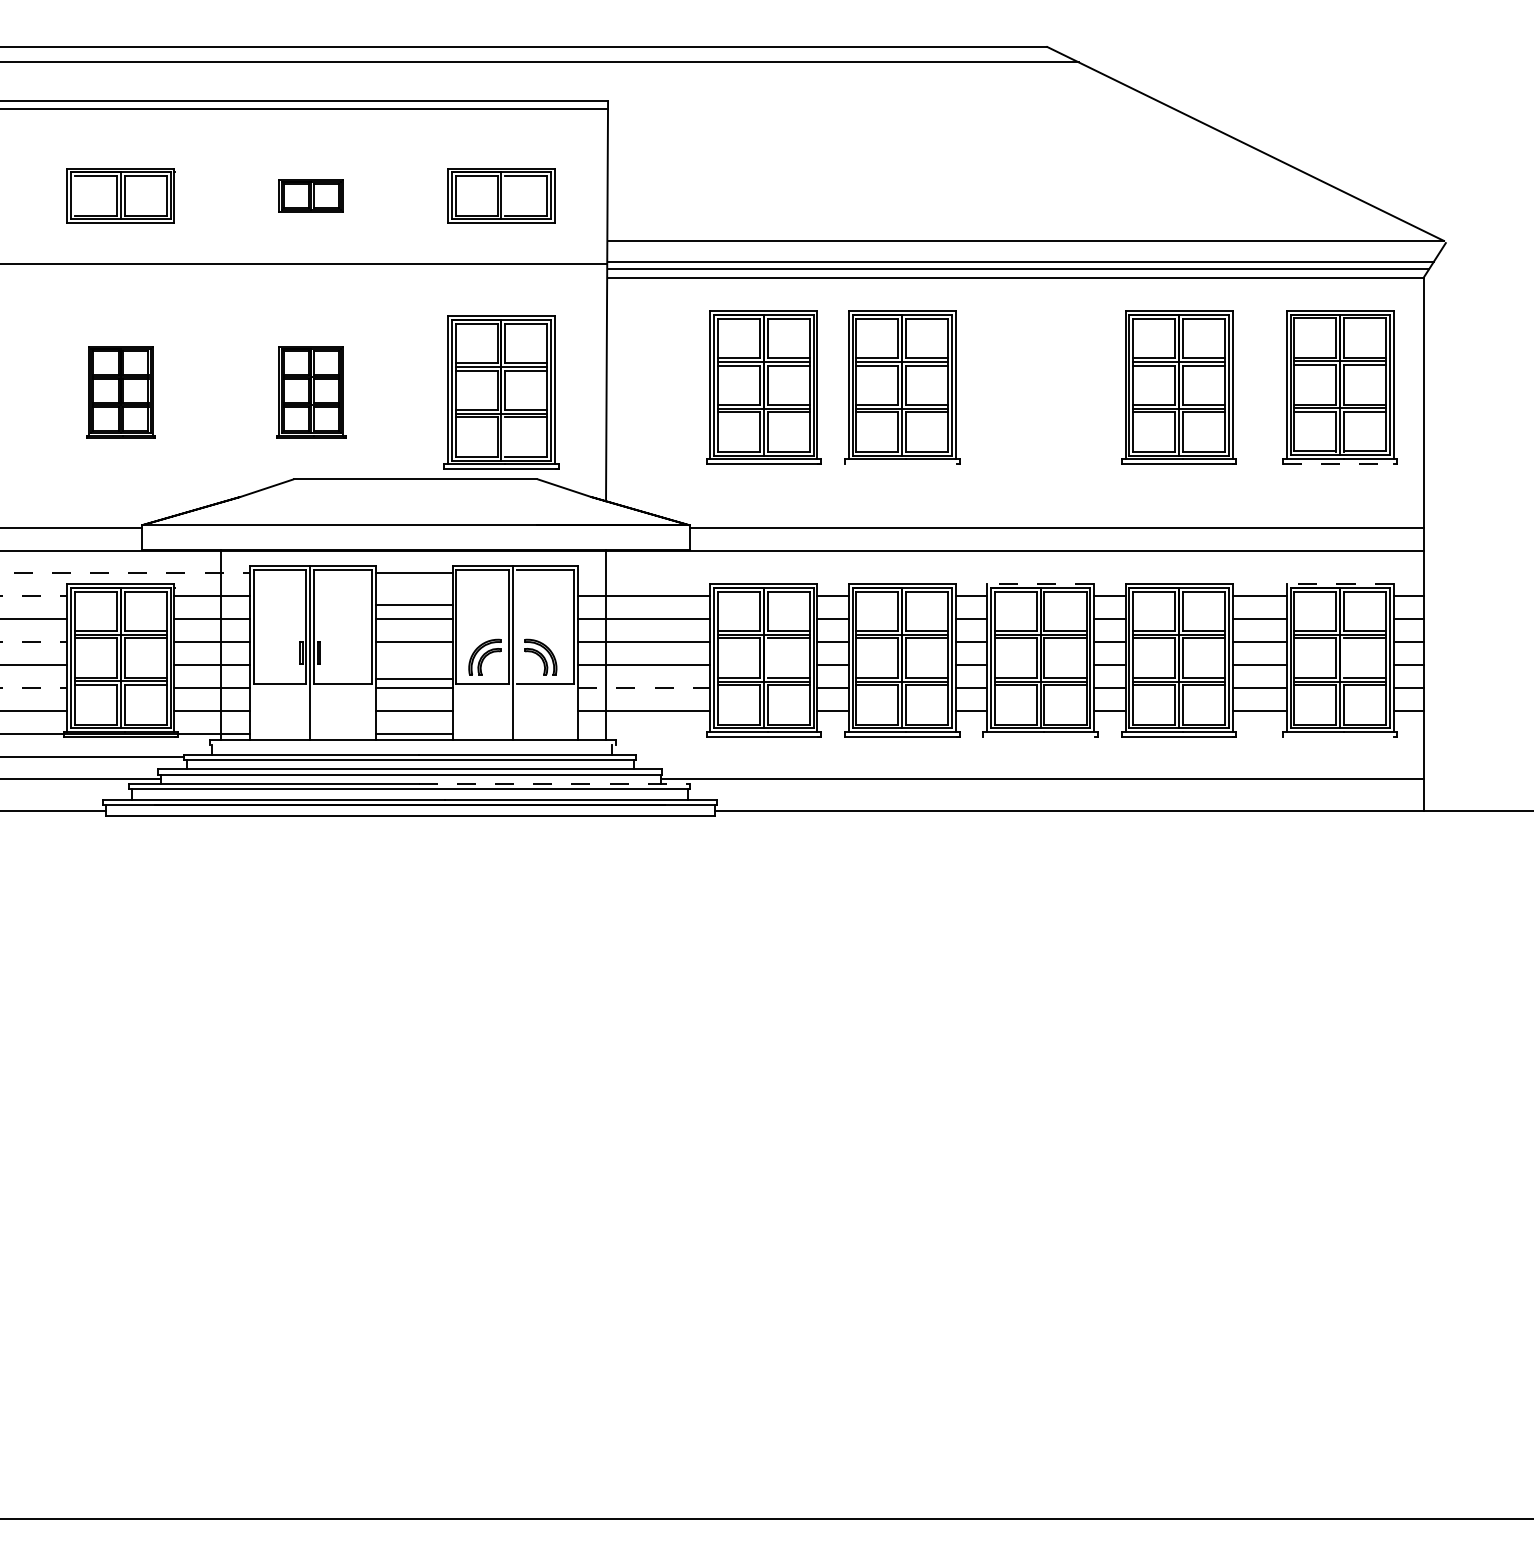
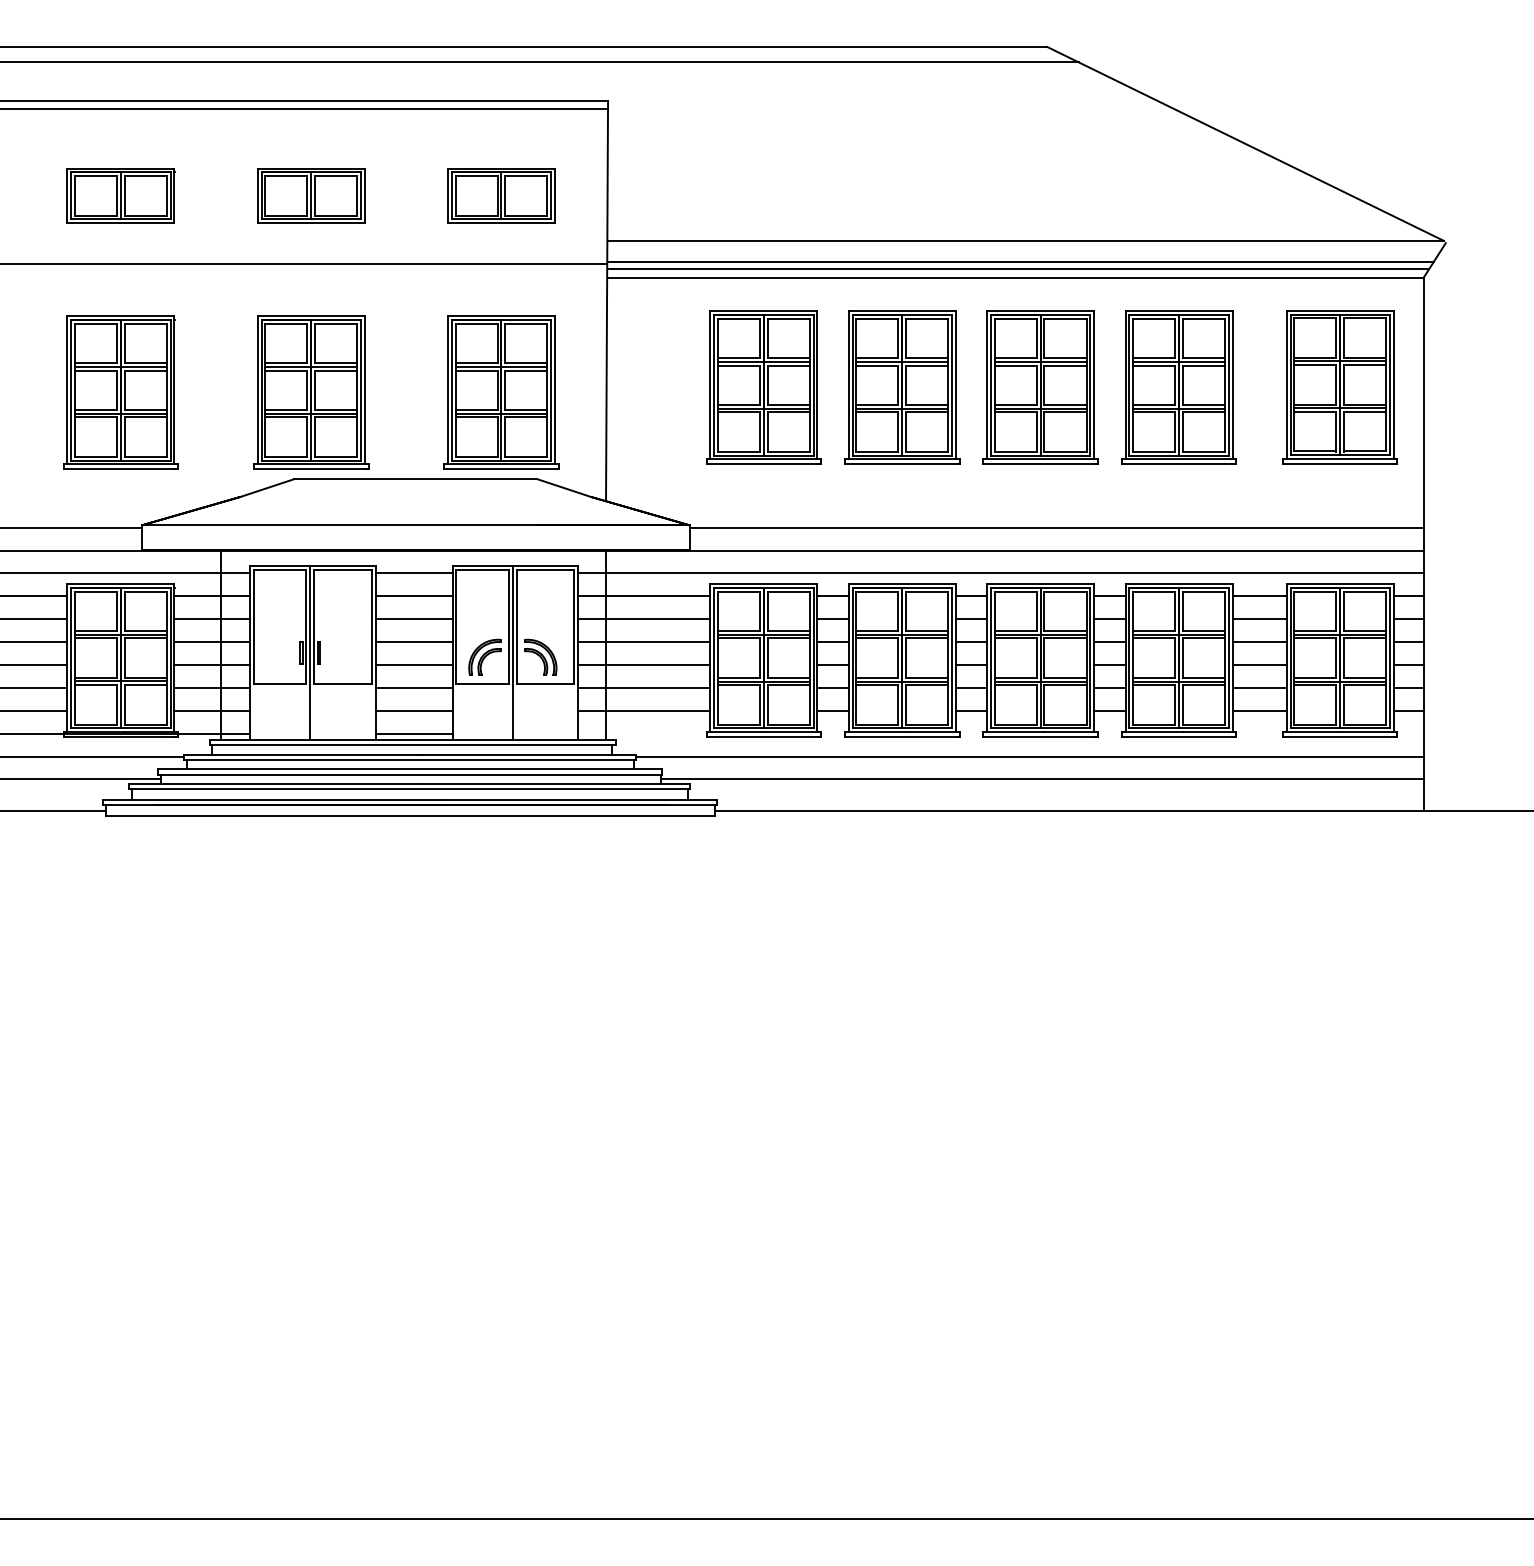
line at (75, 195): none -> present
part at (310, 195) size: 66x34 px -> 109x56 px
line at (505, 195): none -> present
part at (1040, 387): none -> present
part at (120, 392) size: 70x93 px -> 116x155 px
part at (311, 392) size: 71x93 px -> 117x155 px
line at (505, 436): none -> present
line at (902, 463): none -> present
line at (1340, 463): dashed -> solid
line at (125, 573): dashed -> solid
line at (1000, 573): none -> present
line at (1040, 583): dashed -> solid
line at (1339, 583): dashed -> solid
line at (33, 596): dashed -> solid
line at (413, 605) position: (413, 605) -> (413, 596)
line at (516, 626): none -> present
line at (33, 642): dashed -> solid
line at (767, 657): none -> present
line at (1343, 657): none -> present
line at (413, 679) position: (413, 679) -> (413, 665)
line at (33, 687): dashed -> solid
line at (644, 687): dashed -> solid
line at (1040, 736): none -> present
line at (1339, 736): none -> present
line at (412, 745): none -> present
line at (1029, 756): none -> present
line at (554, 784): dashed -> solid
